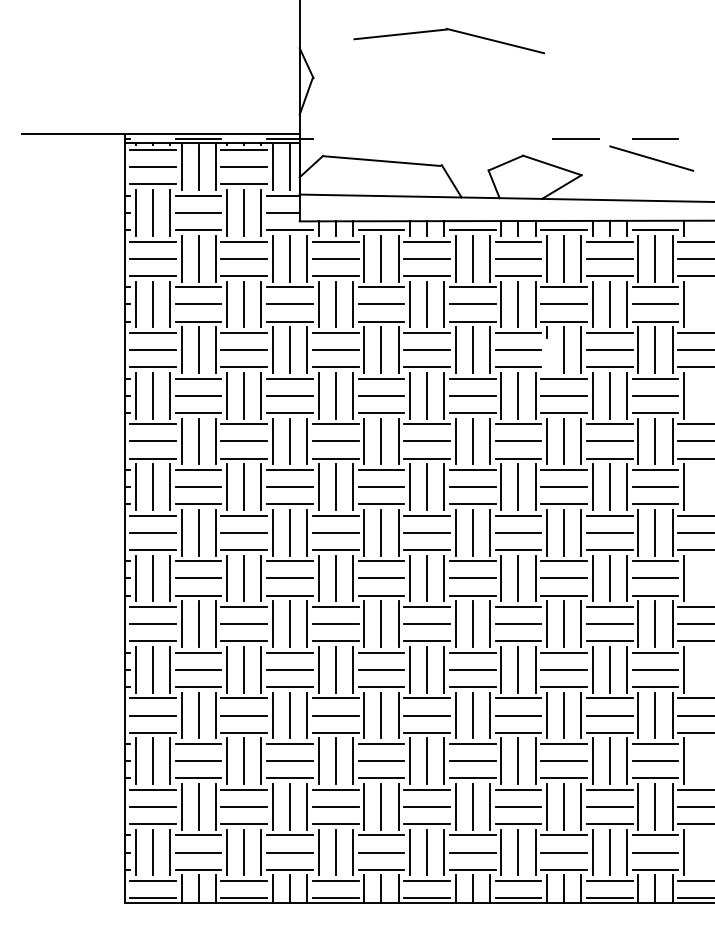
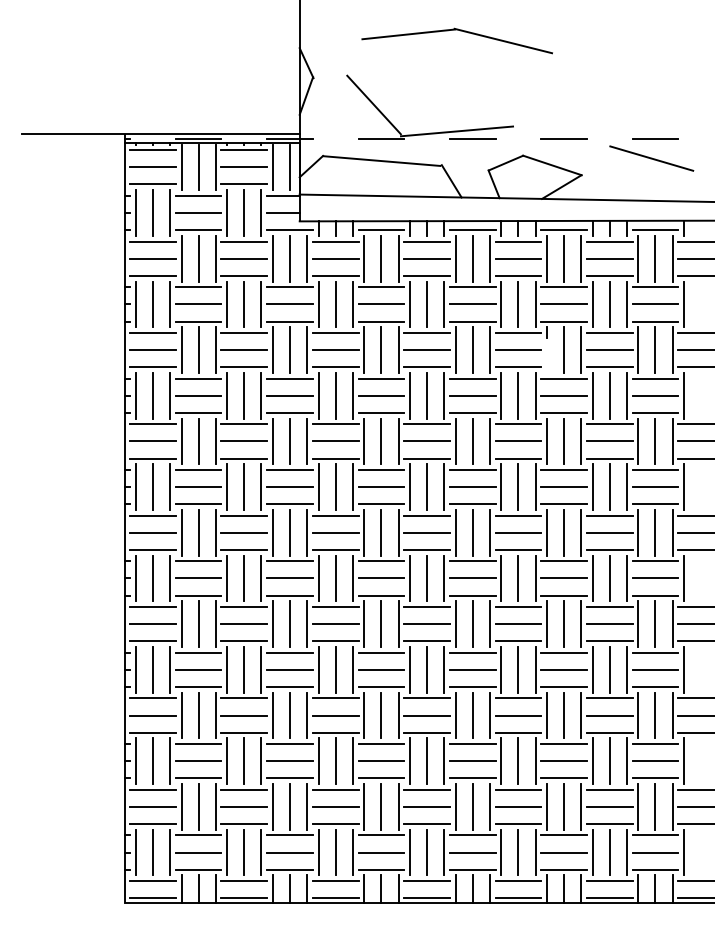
part at (452, 31) position: (452, 31) -> (460, 31)
part at (429, 132): none -> present
line at (575, 138) position: (575, 138) -> (563, 138)
